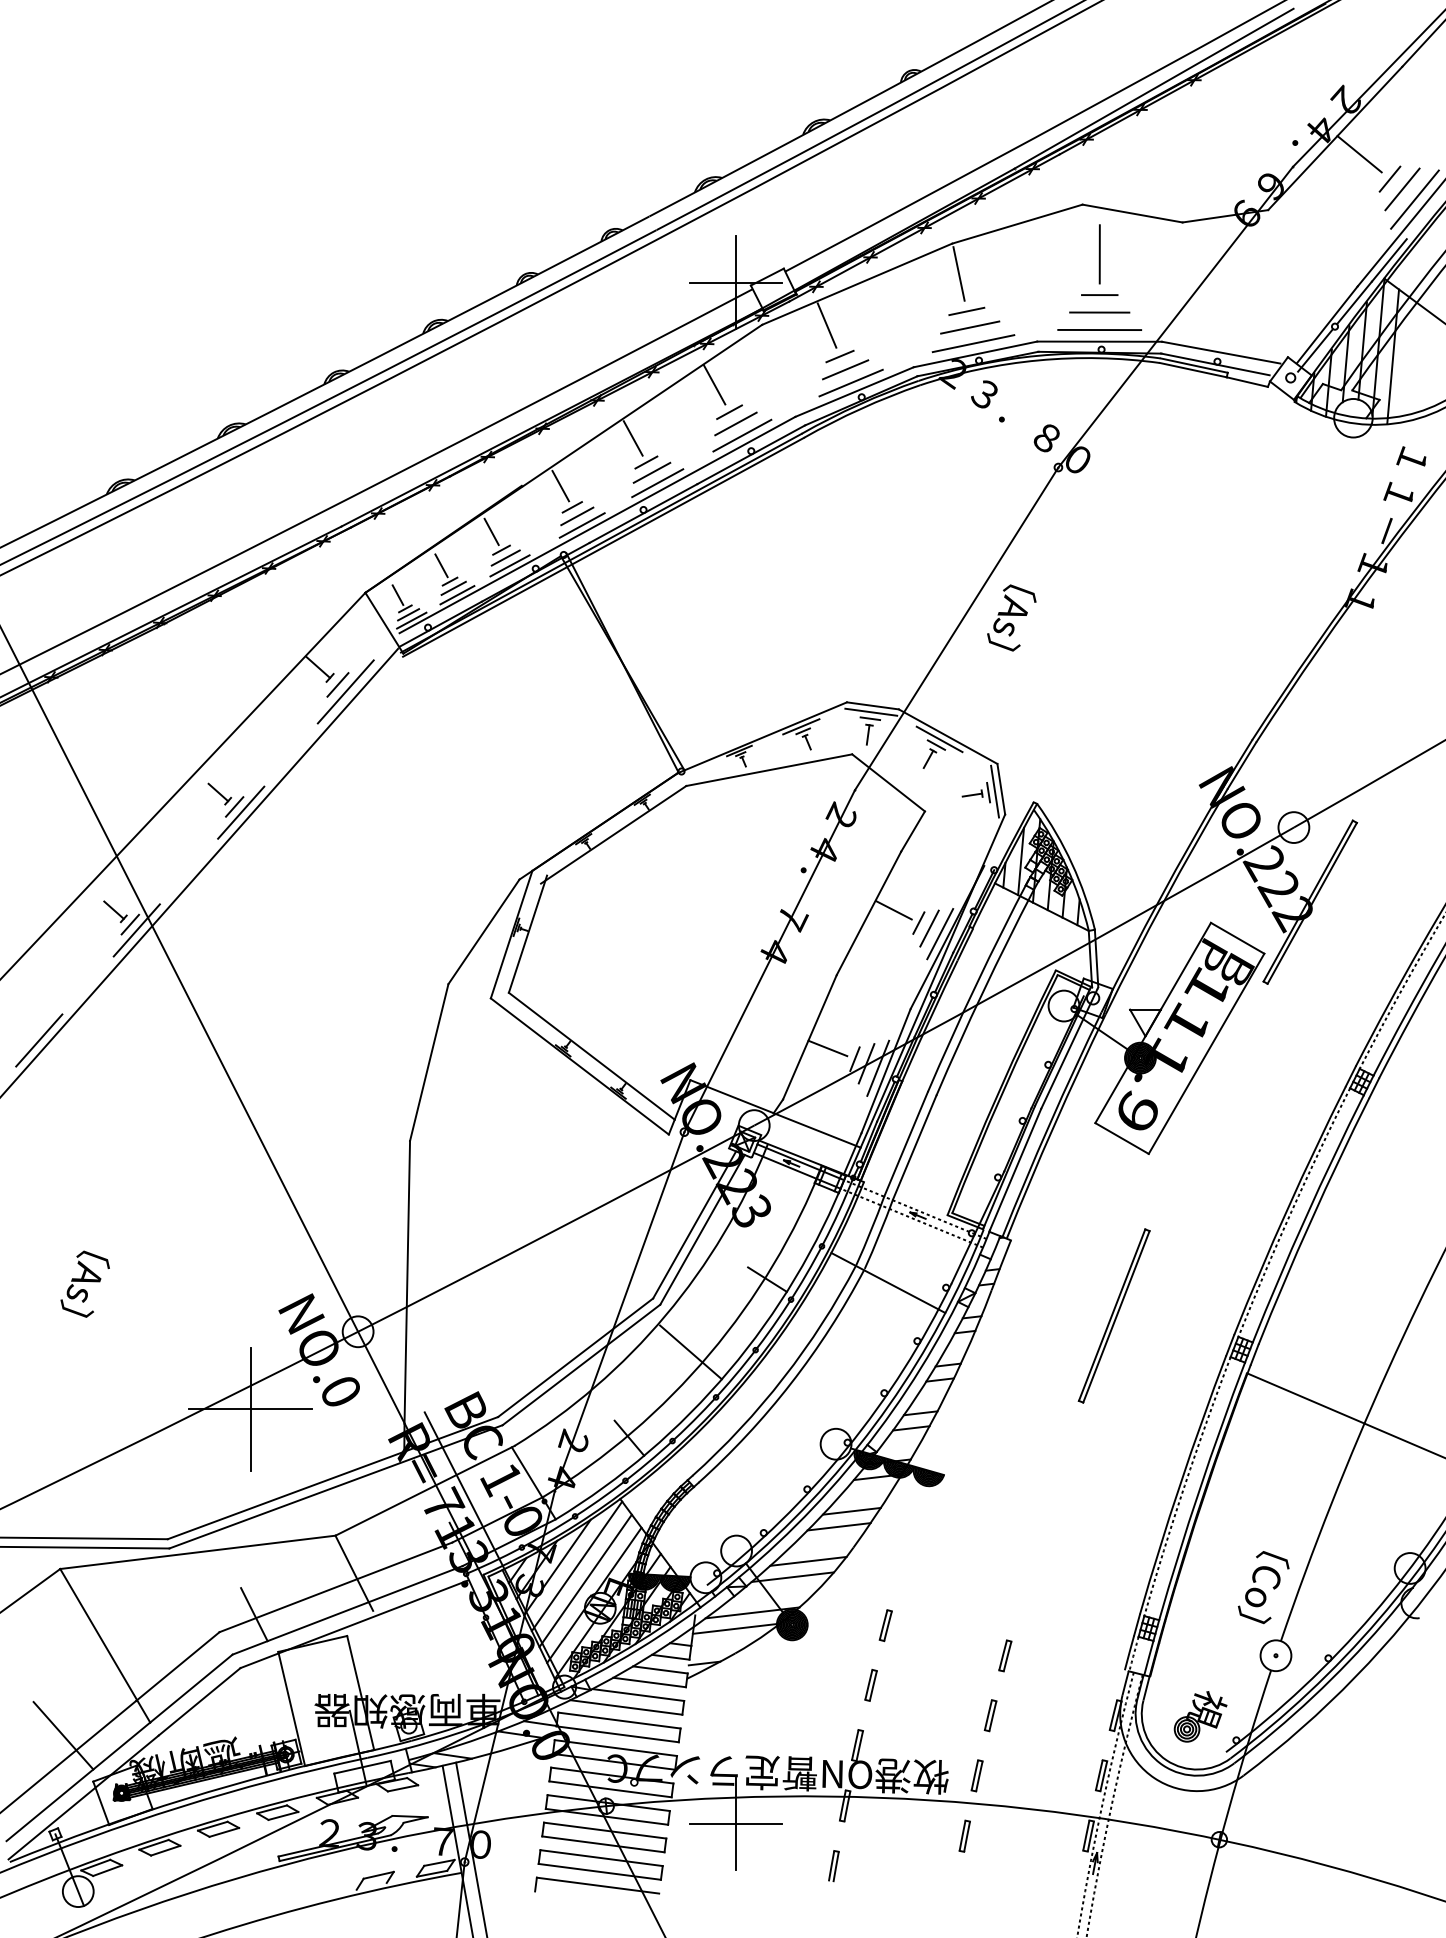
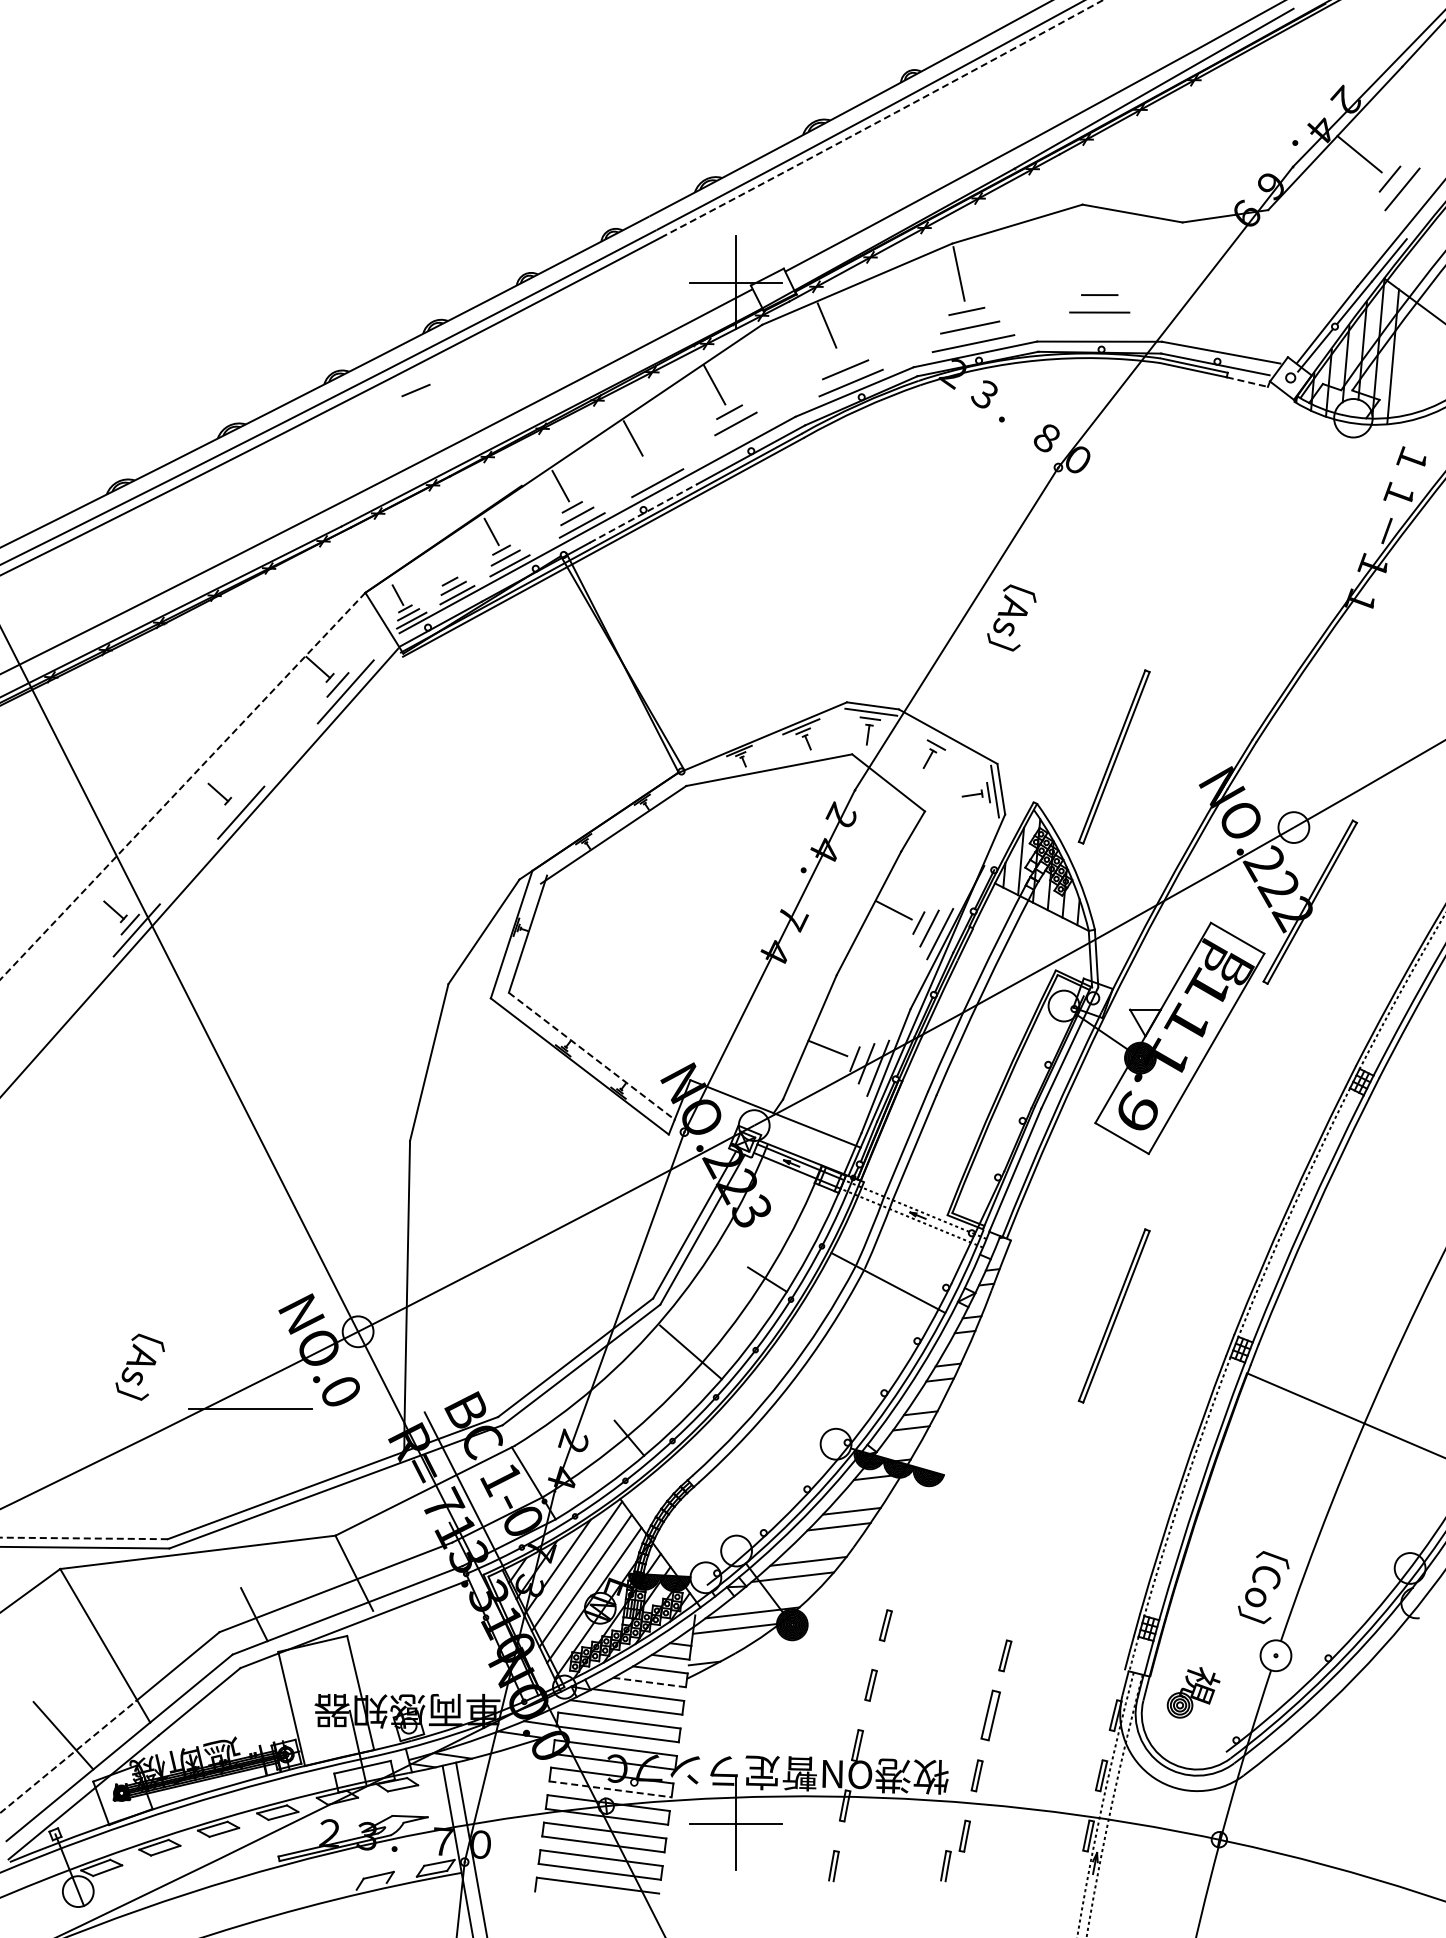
arc at (882, 119): solid -> dashed
line at (1414, 199): present -> none
line at (1099, 254): present -> none
line at (1099, 329): present -> none
line at (839, 356) position: (839, 356) -> (415, 390)
line at (1247, 382): solid -> dashed
line at (742, 435): present -> none
line at (646, 462): present -> none
line at (651, 472): present -> none
line at (643, 513): solid -> dashed
line at (441, 565): present -> none
line at (939, 739): present -> none
part at (1113, 756): none -> present
line at (183, 786): solid -> dashed
line at (234, 806): present -> none
line at (39, 1040): present -> none
line at (592, 1056): solid -> dashed
text at (84, 1283) position: (84, 1283) -> (139, 1366)
line at (250, 1409): present -> none
line at (83, 1538): solid -> dashed
line at (649, 1682): solid -> dashed
part at (990, 1715) size: 15x34 px -> 21x53 px
part at (1200, 1716) position: (1200, 1716) -> (1193, 1692)
line at (68, 1756): solid -> dashed
line at (610, 1789): solid -> dashed
part at (945, 1866): none -> present
